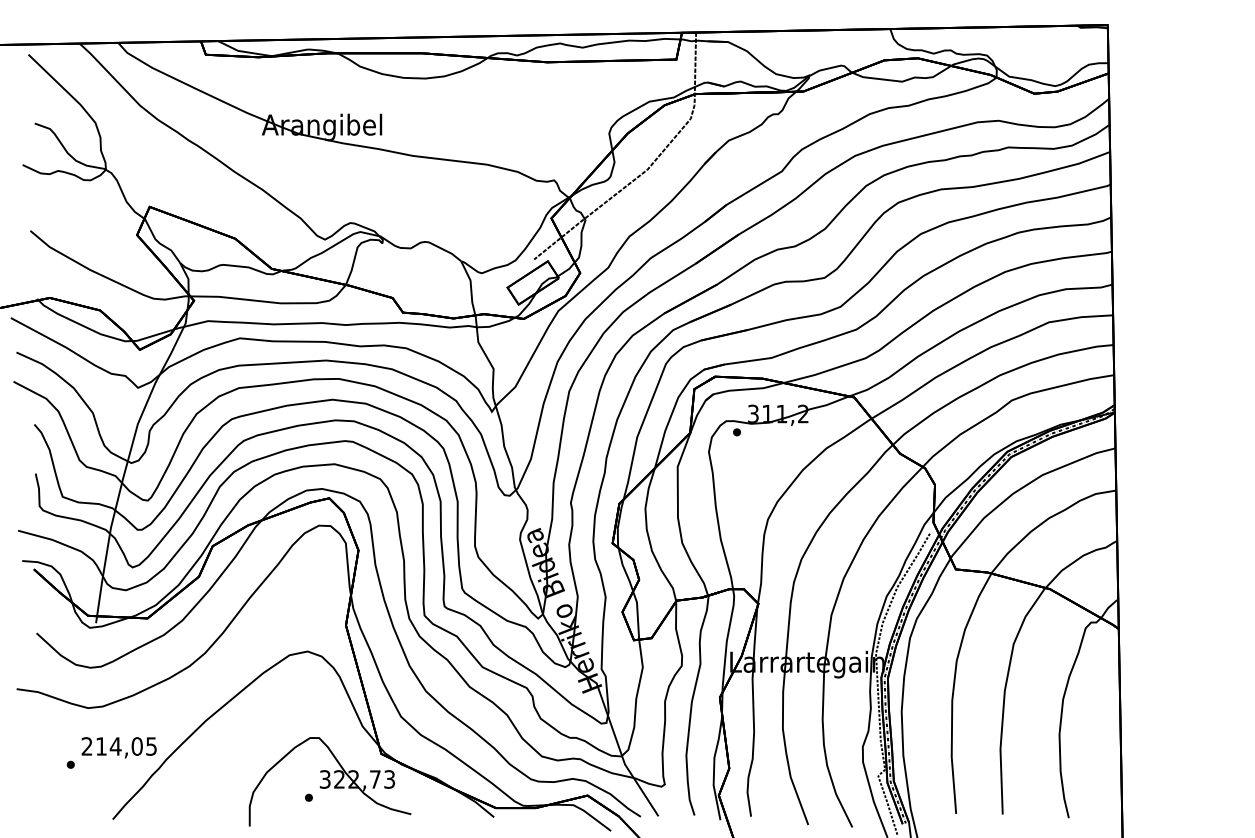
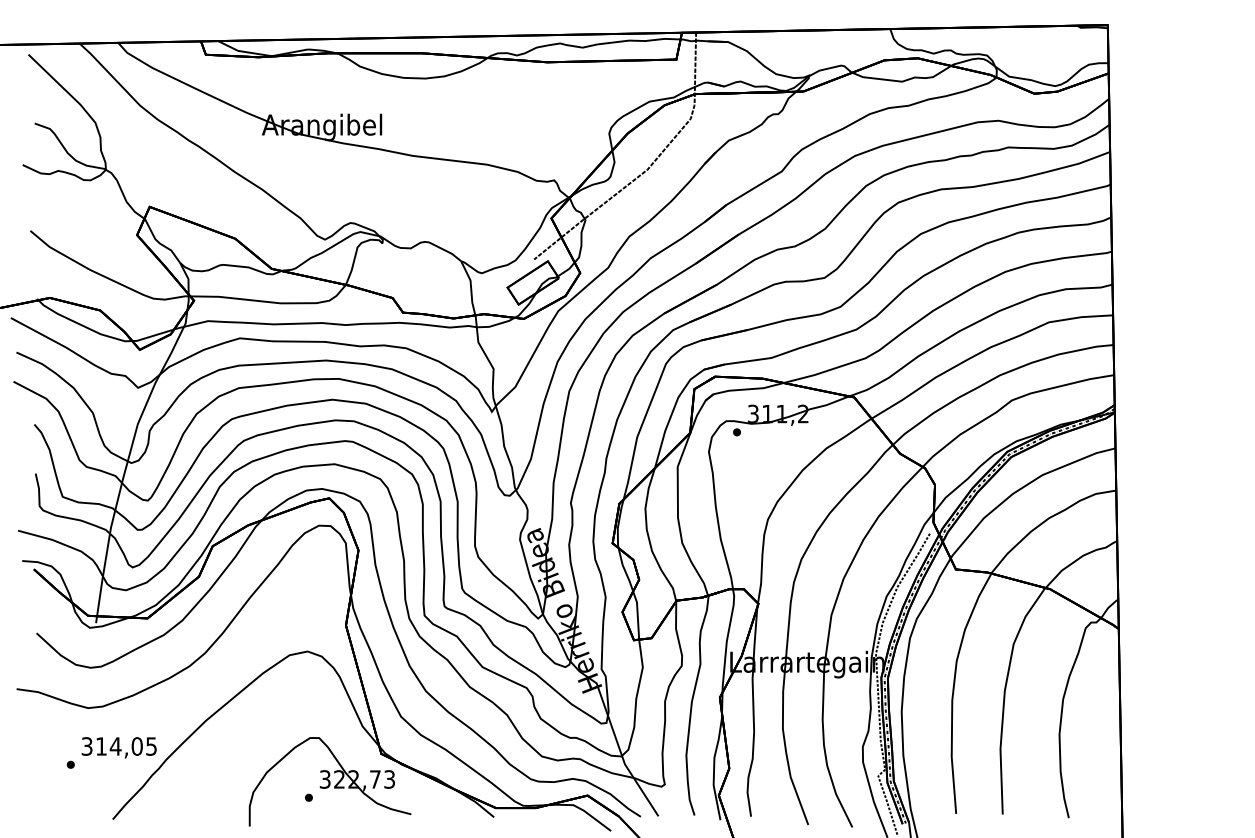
text at (86, 746): 214,05 -> 314,05
